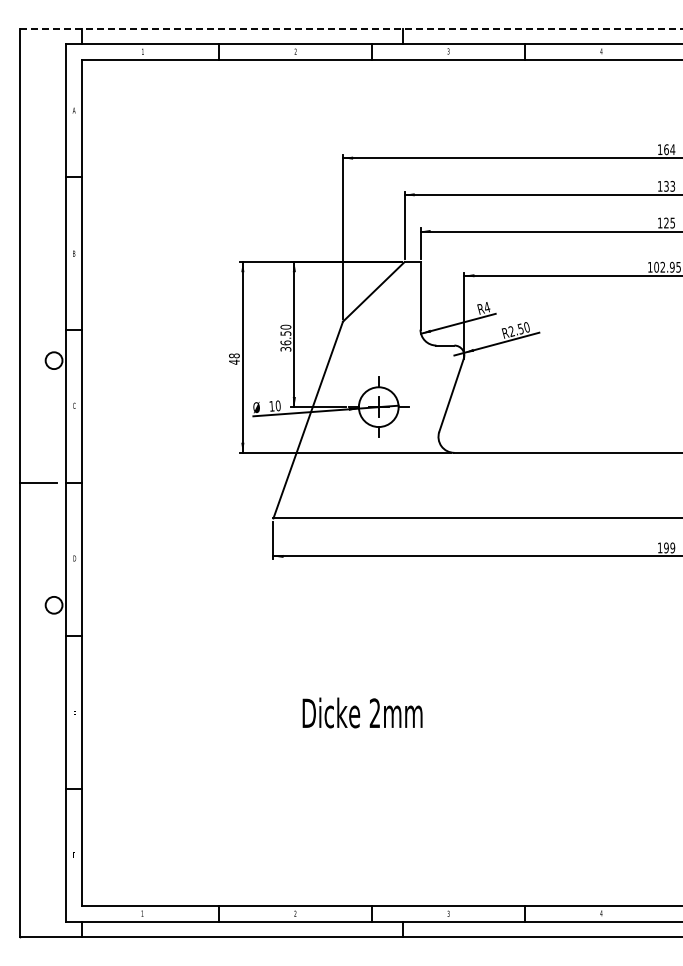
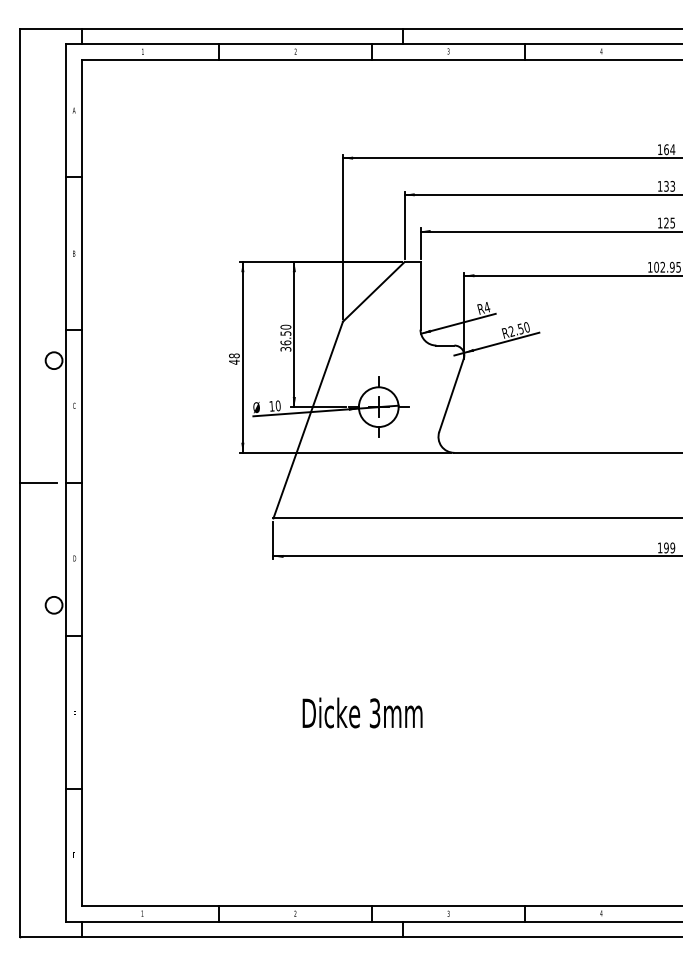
line at (351, 28): dashed -> solid
text at (374, 713): 2mm -> 3mm
